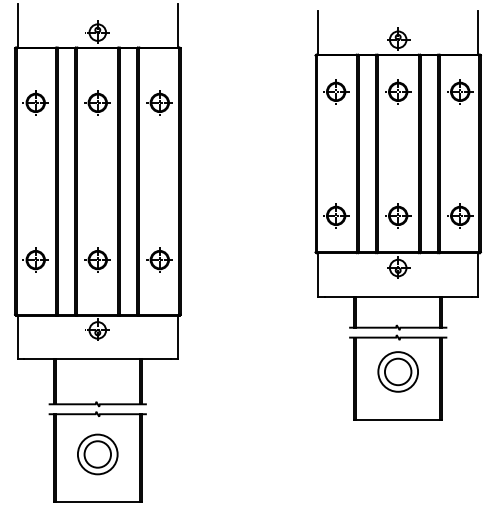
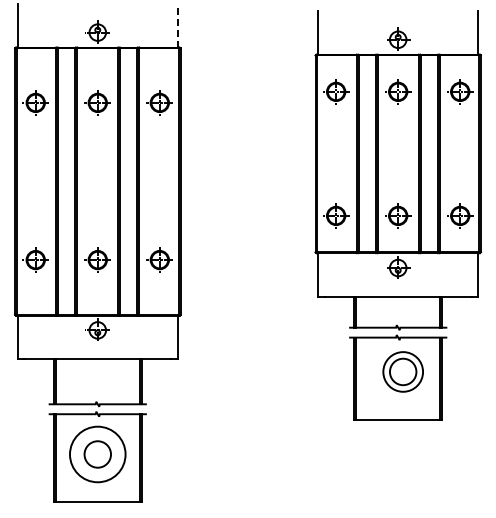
line at (178, 25): solid -> dashed
part at (397, 371) position: (397, 371) -> (402, 371)
circle at (97, 454) diameter: 40 px -> 56 px
